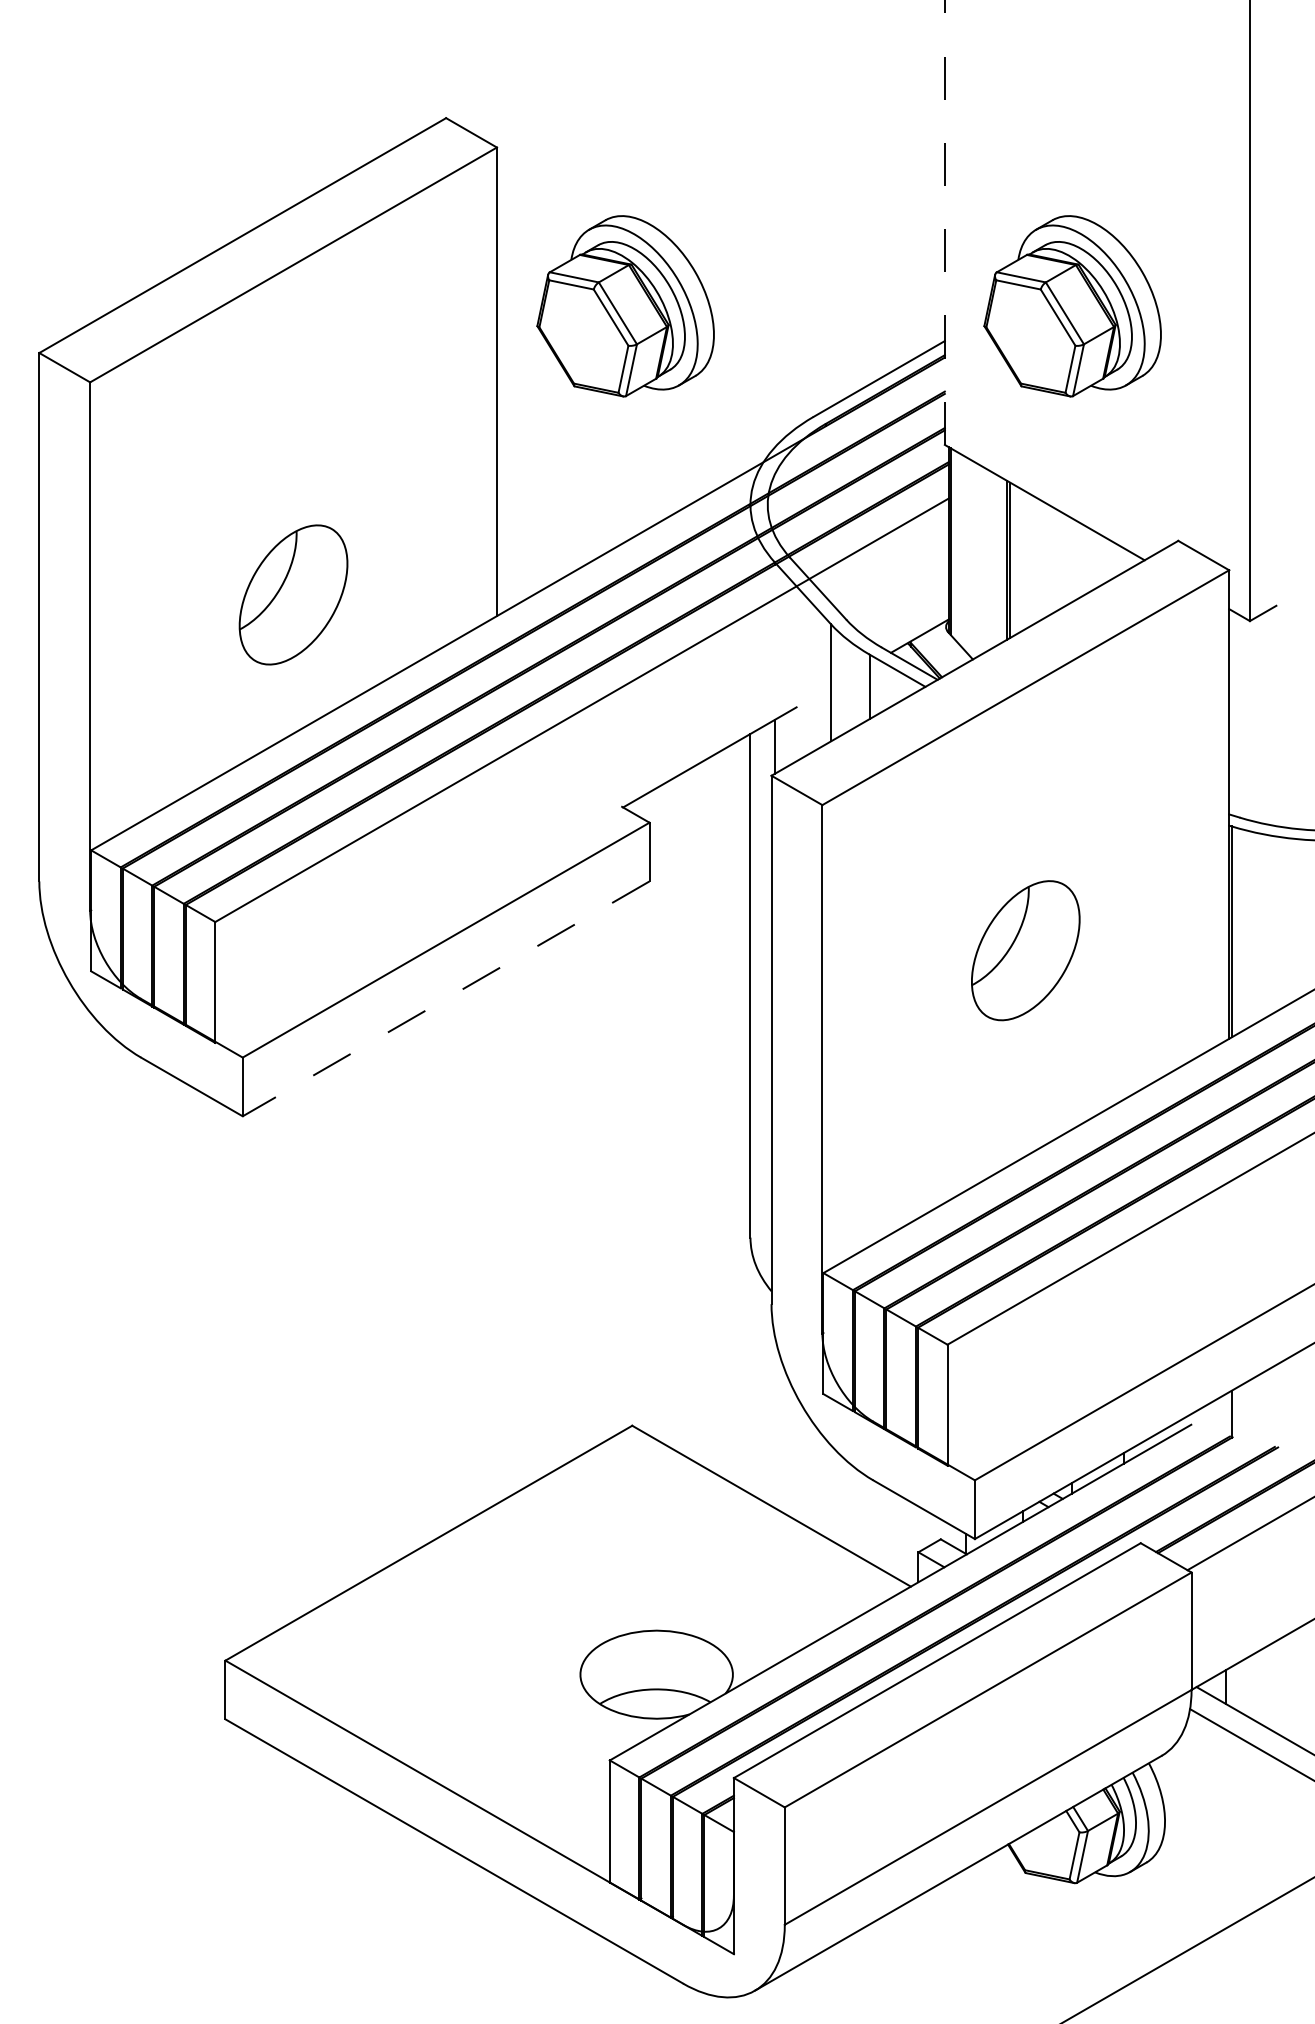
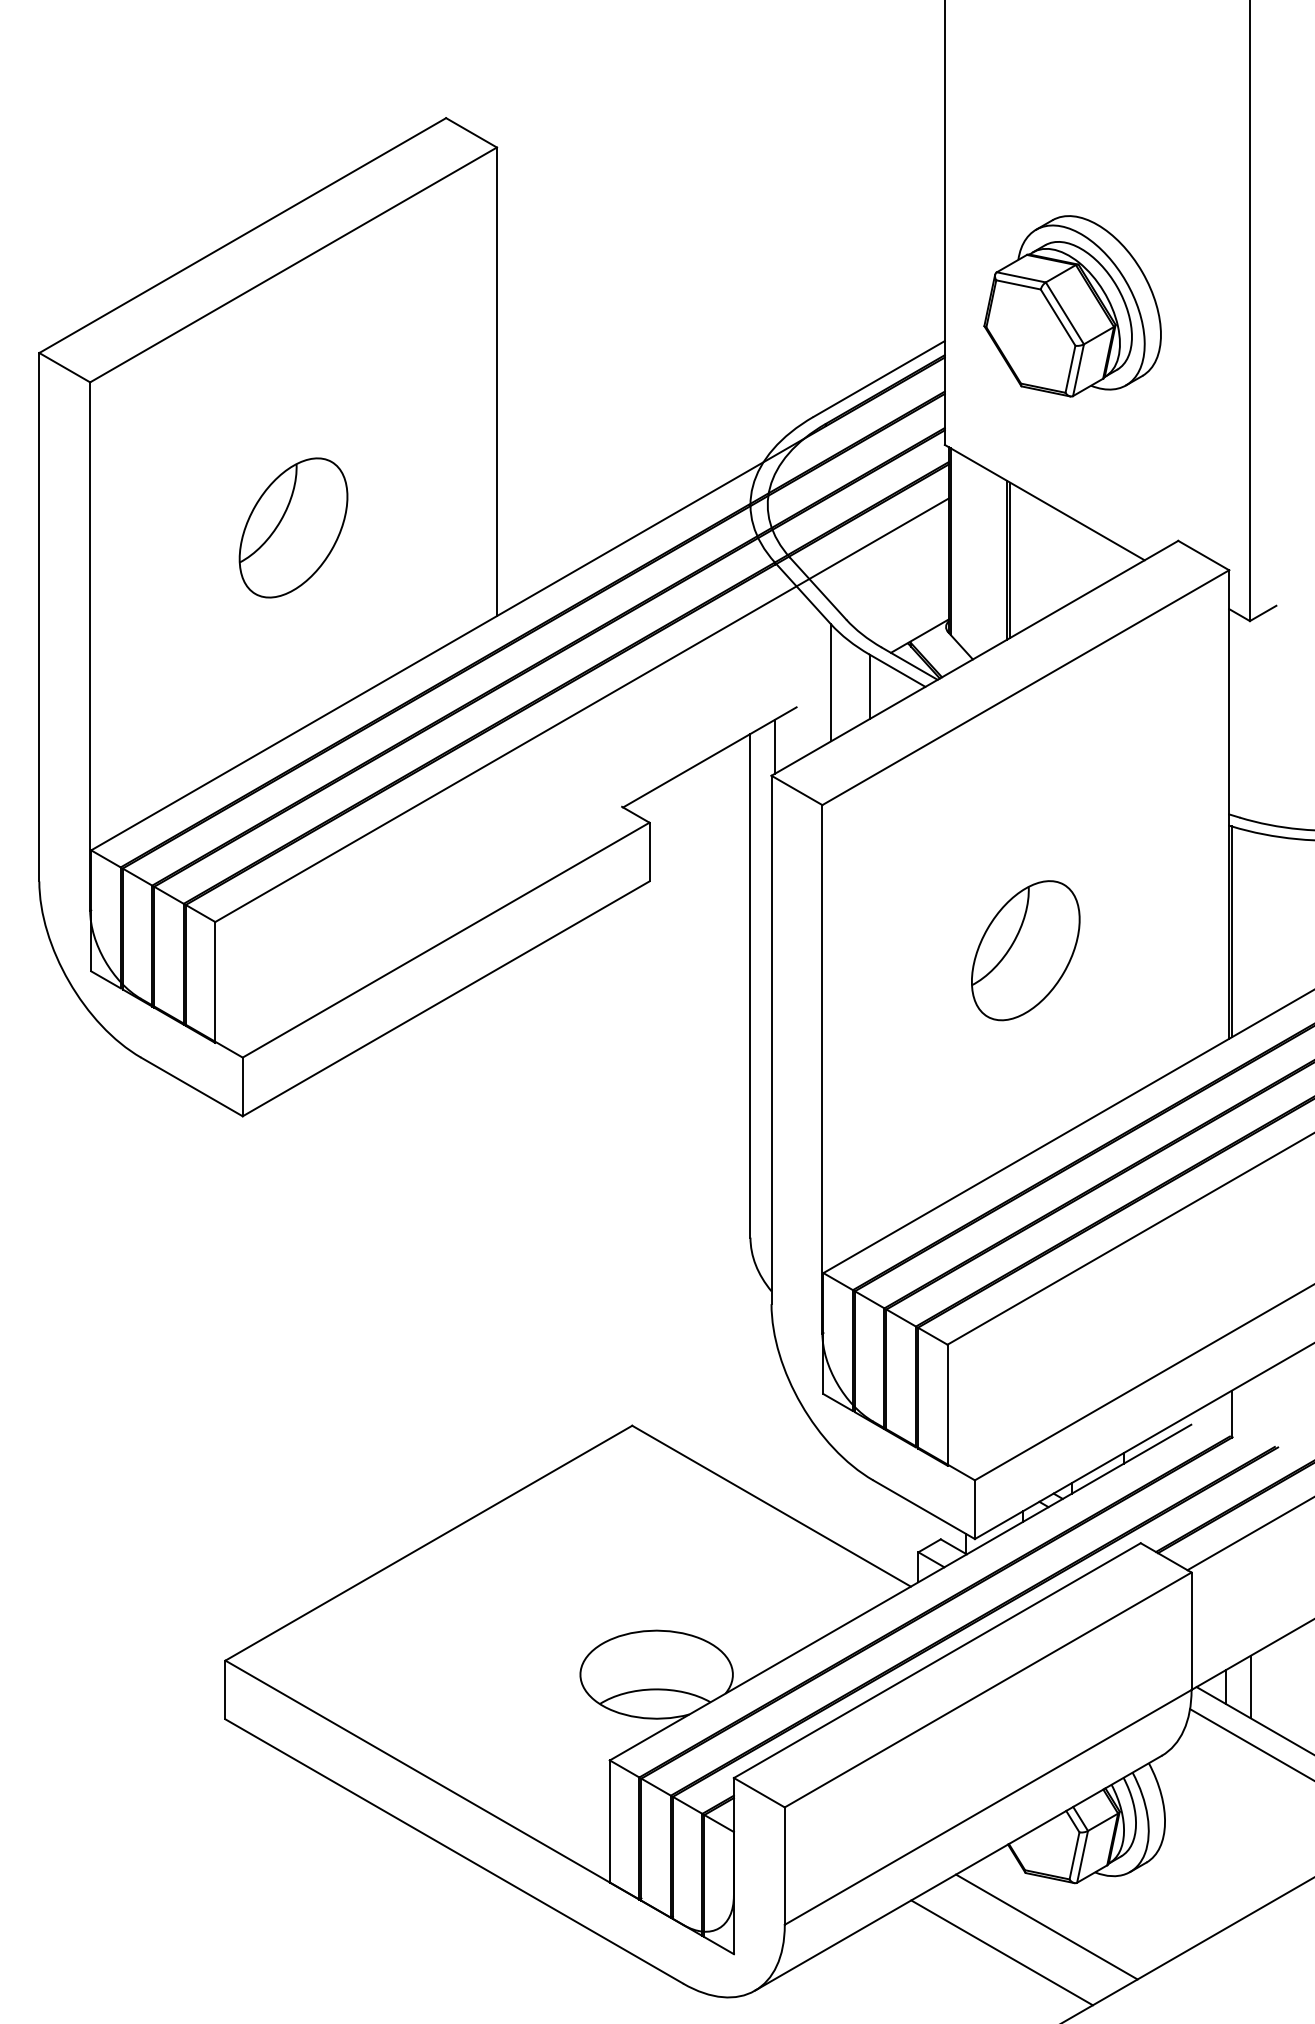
line at (944, 222): dashed -> solid
part at (625, 306): present -> none
part at (293, 594) position: (293, 594) -> (293, 527)
line at (446, 998): dashed -> solid
line at (1250, 1686): none -> present
line at (1046, 1926): none -> present
line at (1001, 1952): none -> present
